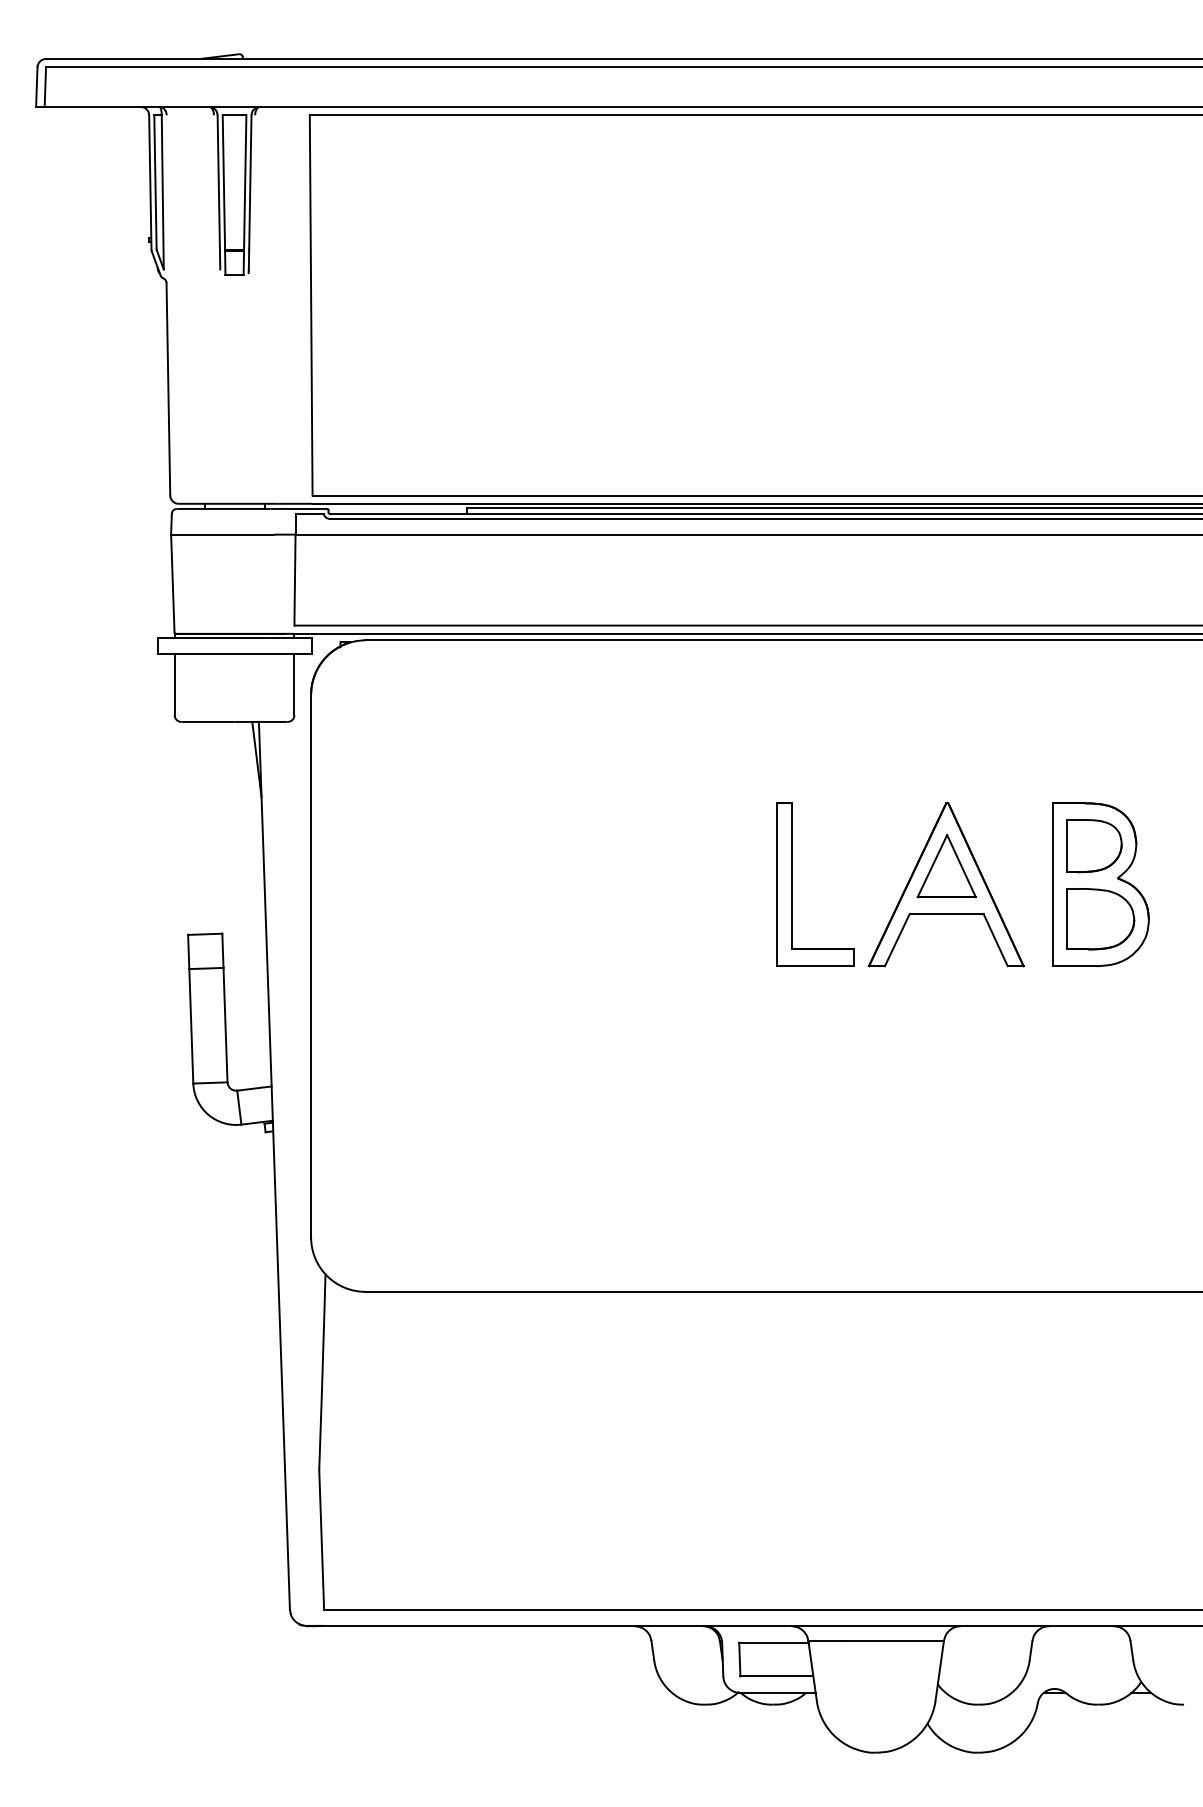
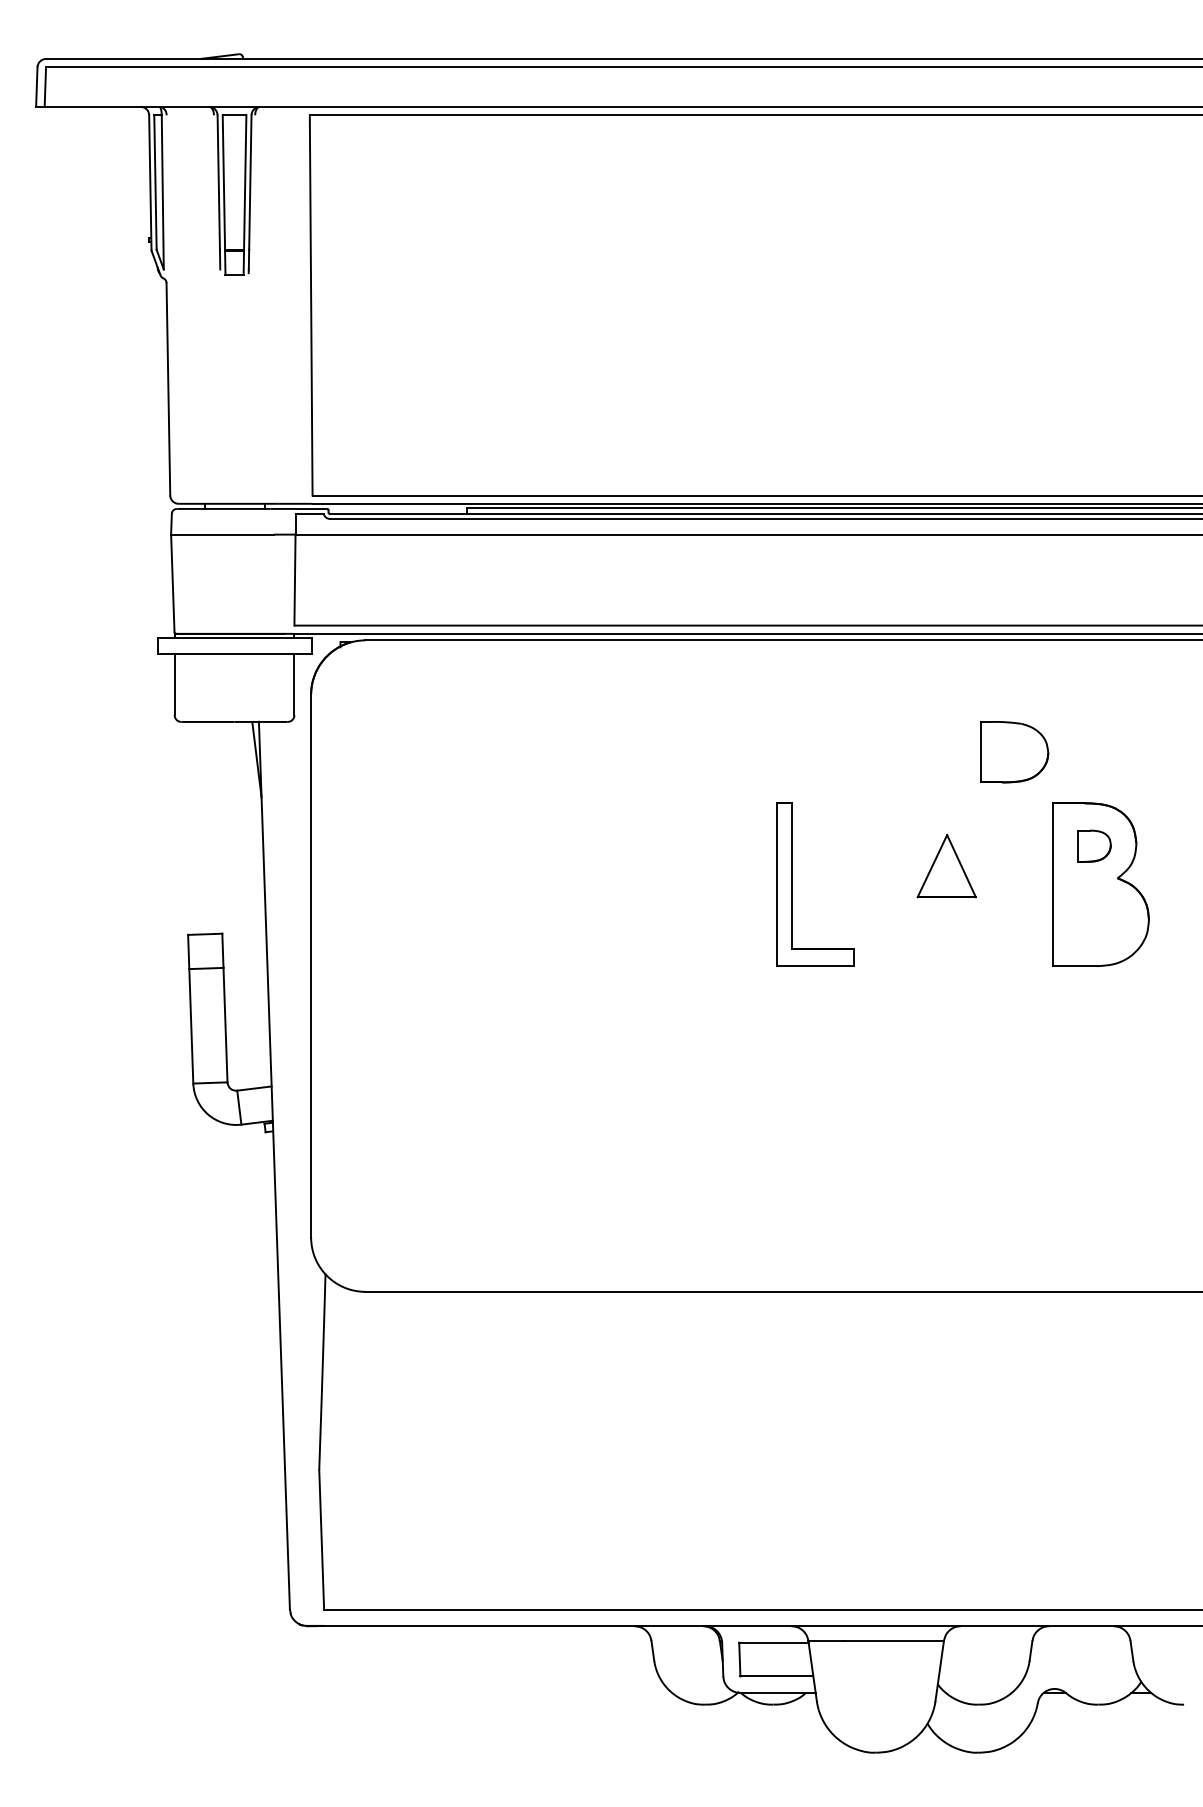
part at (1094, 846) size: 57x55 px -> 35x34 px
part at (945, 884): present -> none
part at (1100, 919) position: (1100, 919) -> (1014, 752)
